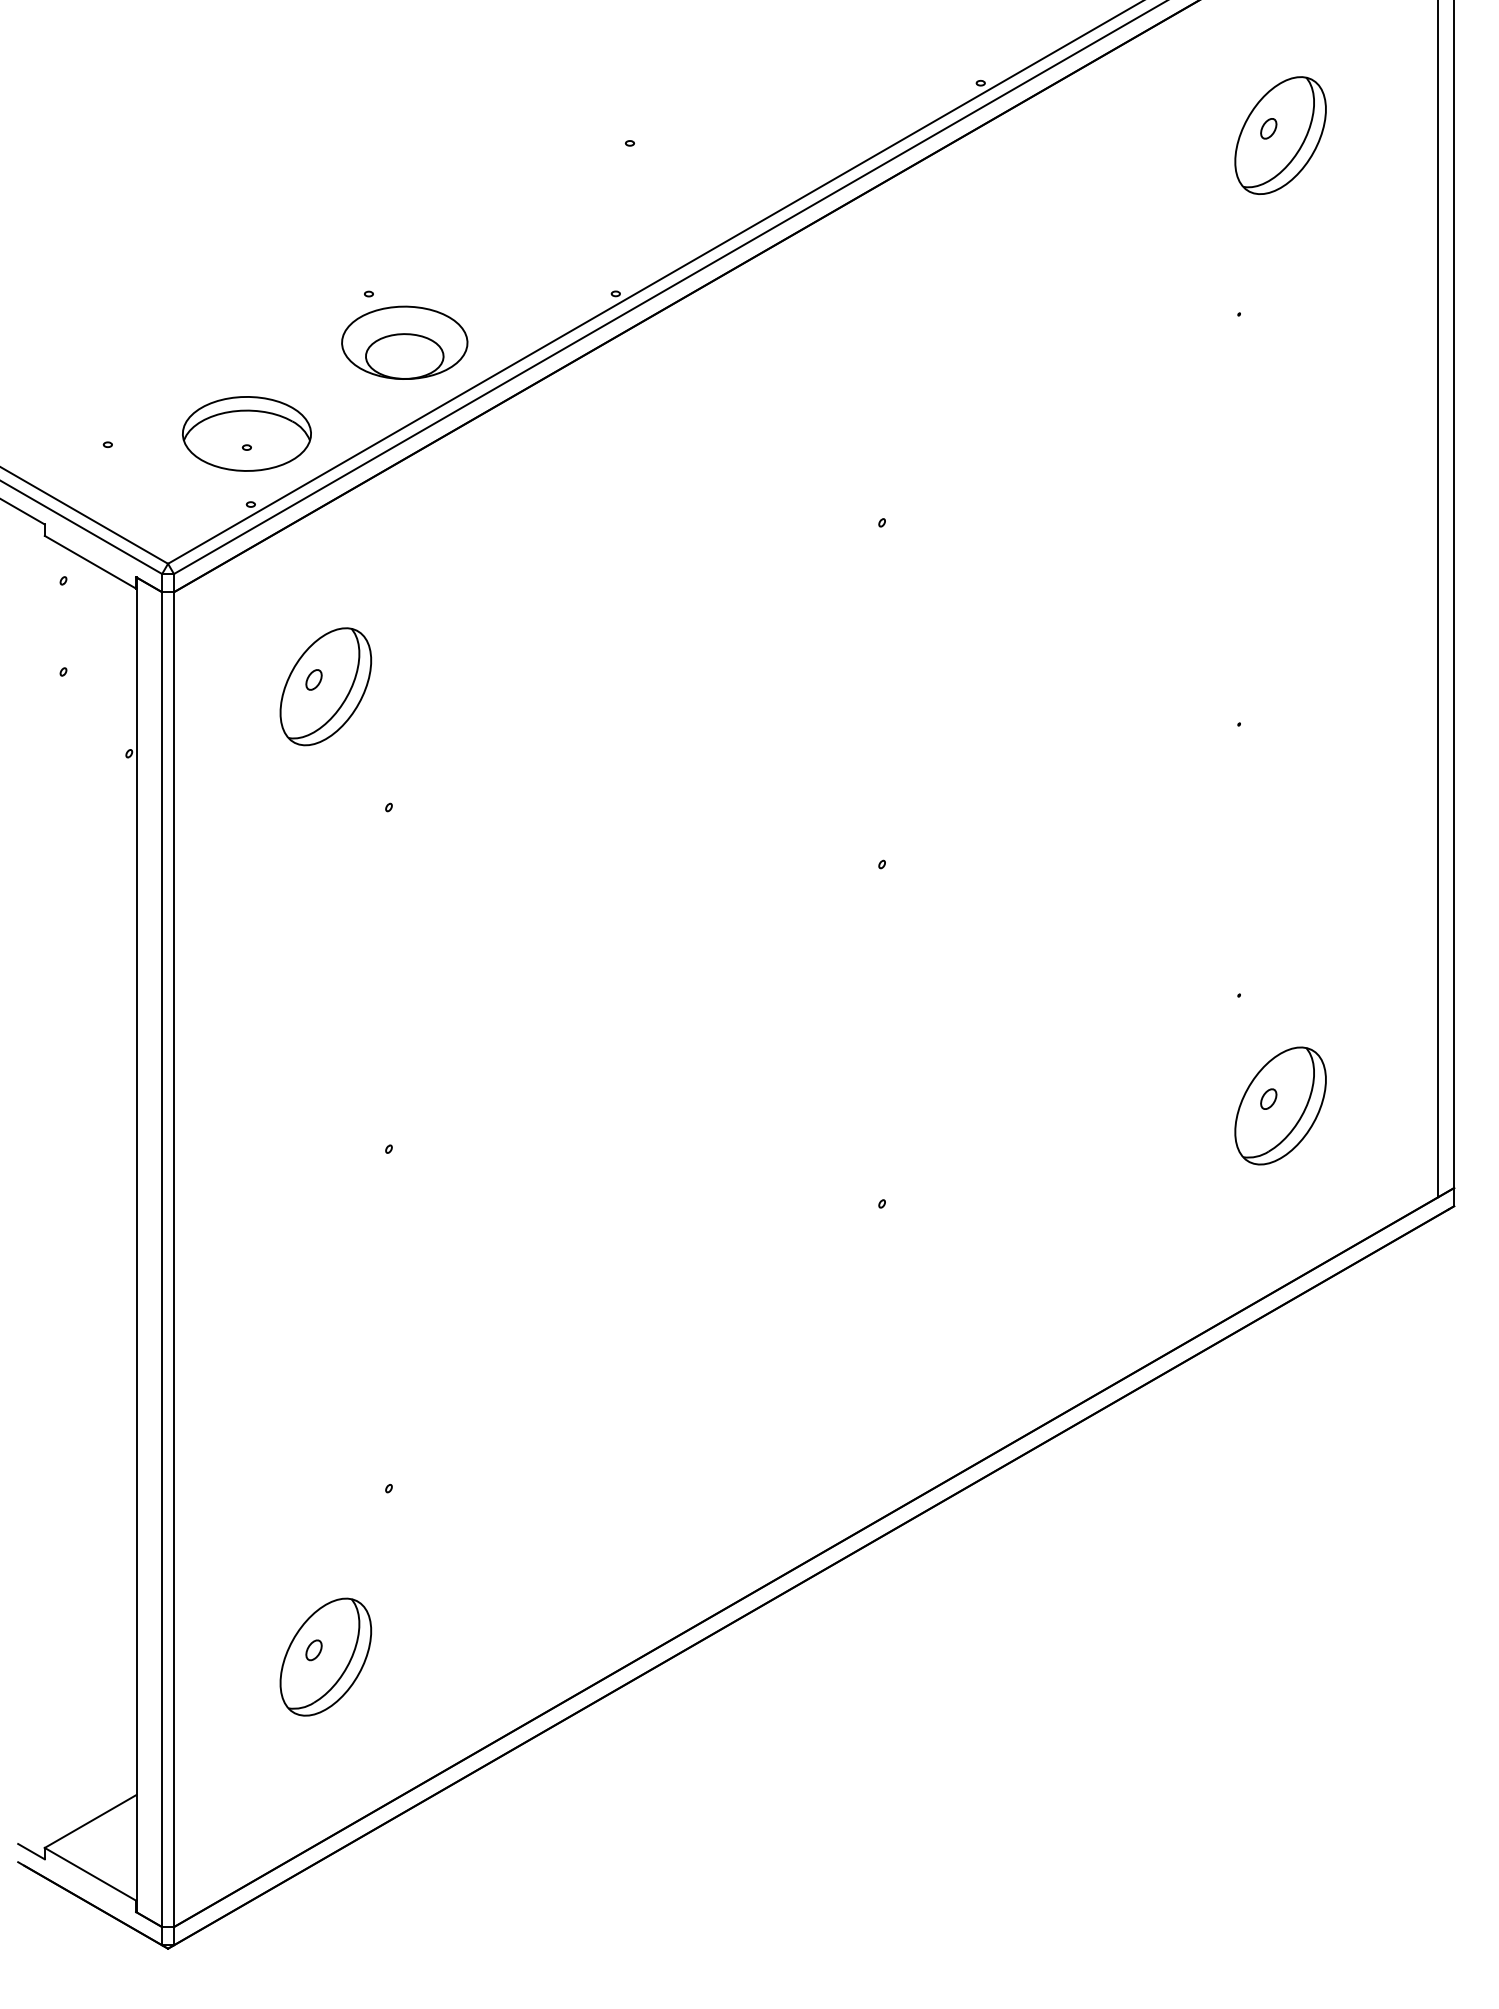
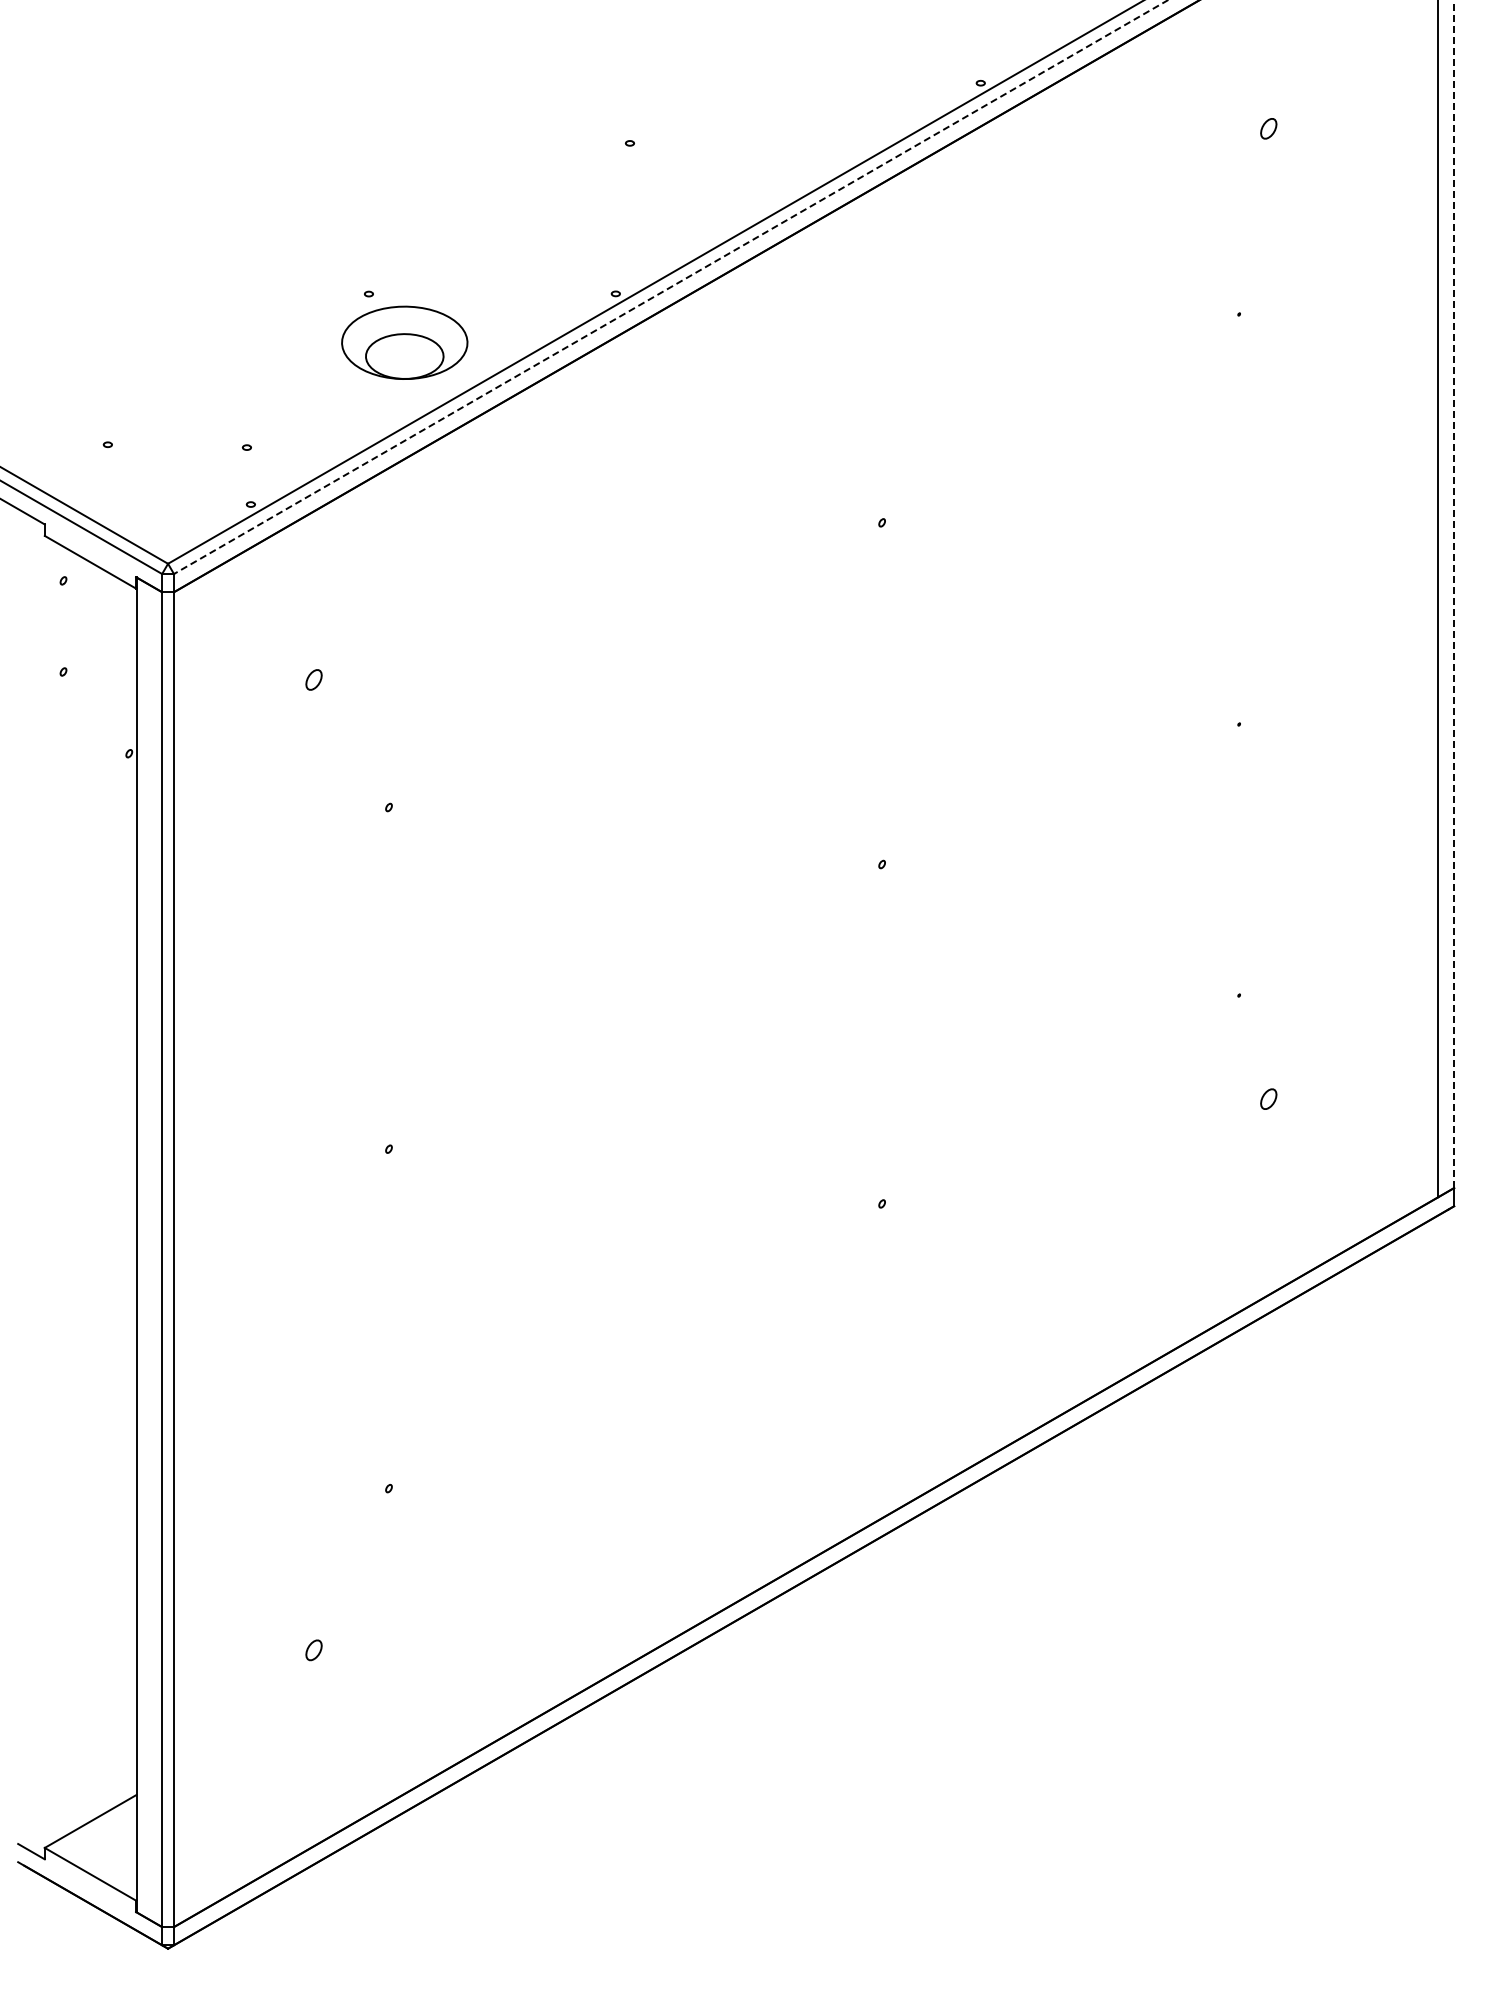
part at (1280, 135): present -> none
line at (670, 287): solid -> dashed
part at (246, 433): present -> none
line at (1454, 594): solid -> dashed
part at (325, 686): present -> none
part at (1280, 1105): present -> none
part at (325, 1656): present -> none
